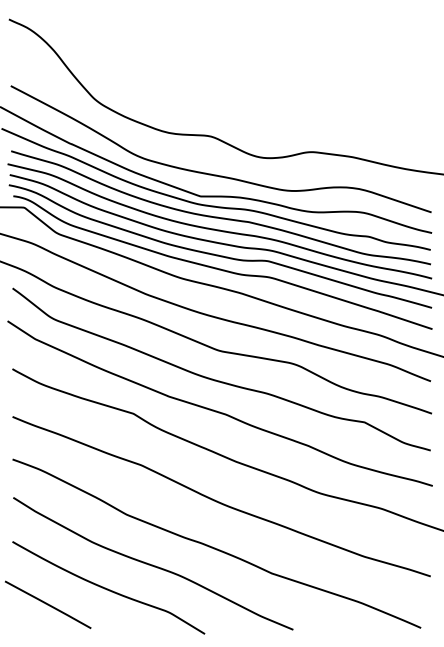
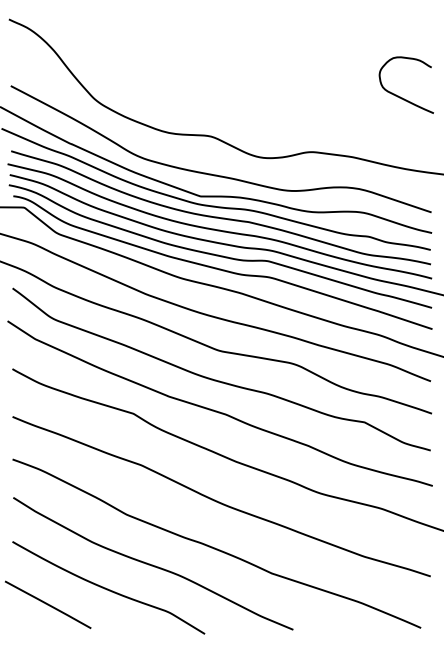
curve at (400, 96): none -> present
